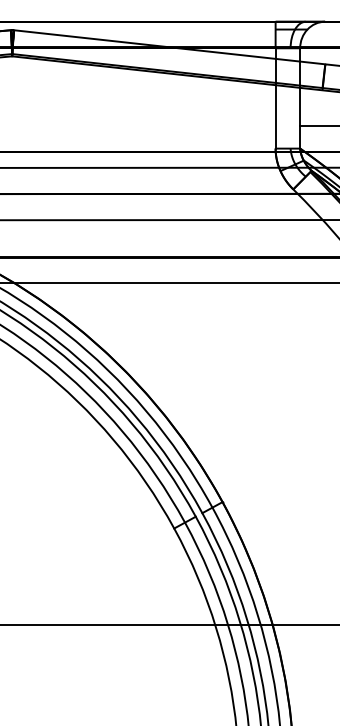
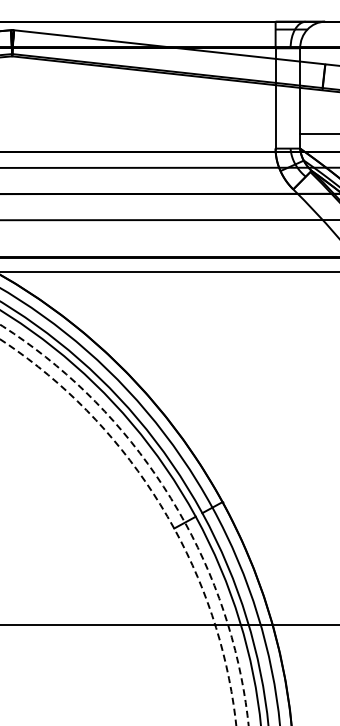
line at (318, 125) position: (318, 125) -> (318, 133)
line at (169, 283) position: (169, 283) -> (169, 272)
arc at (169, 495): solid -> dashed
arc at (160, 505): solid -> dashed
